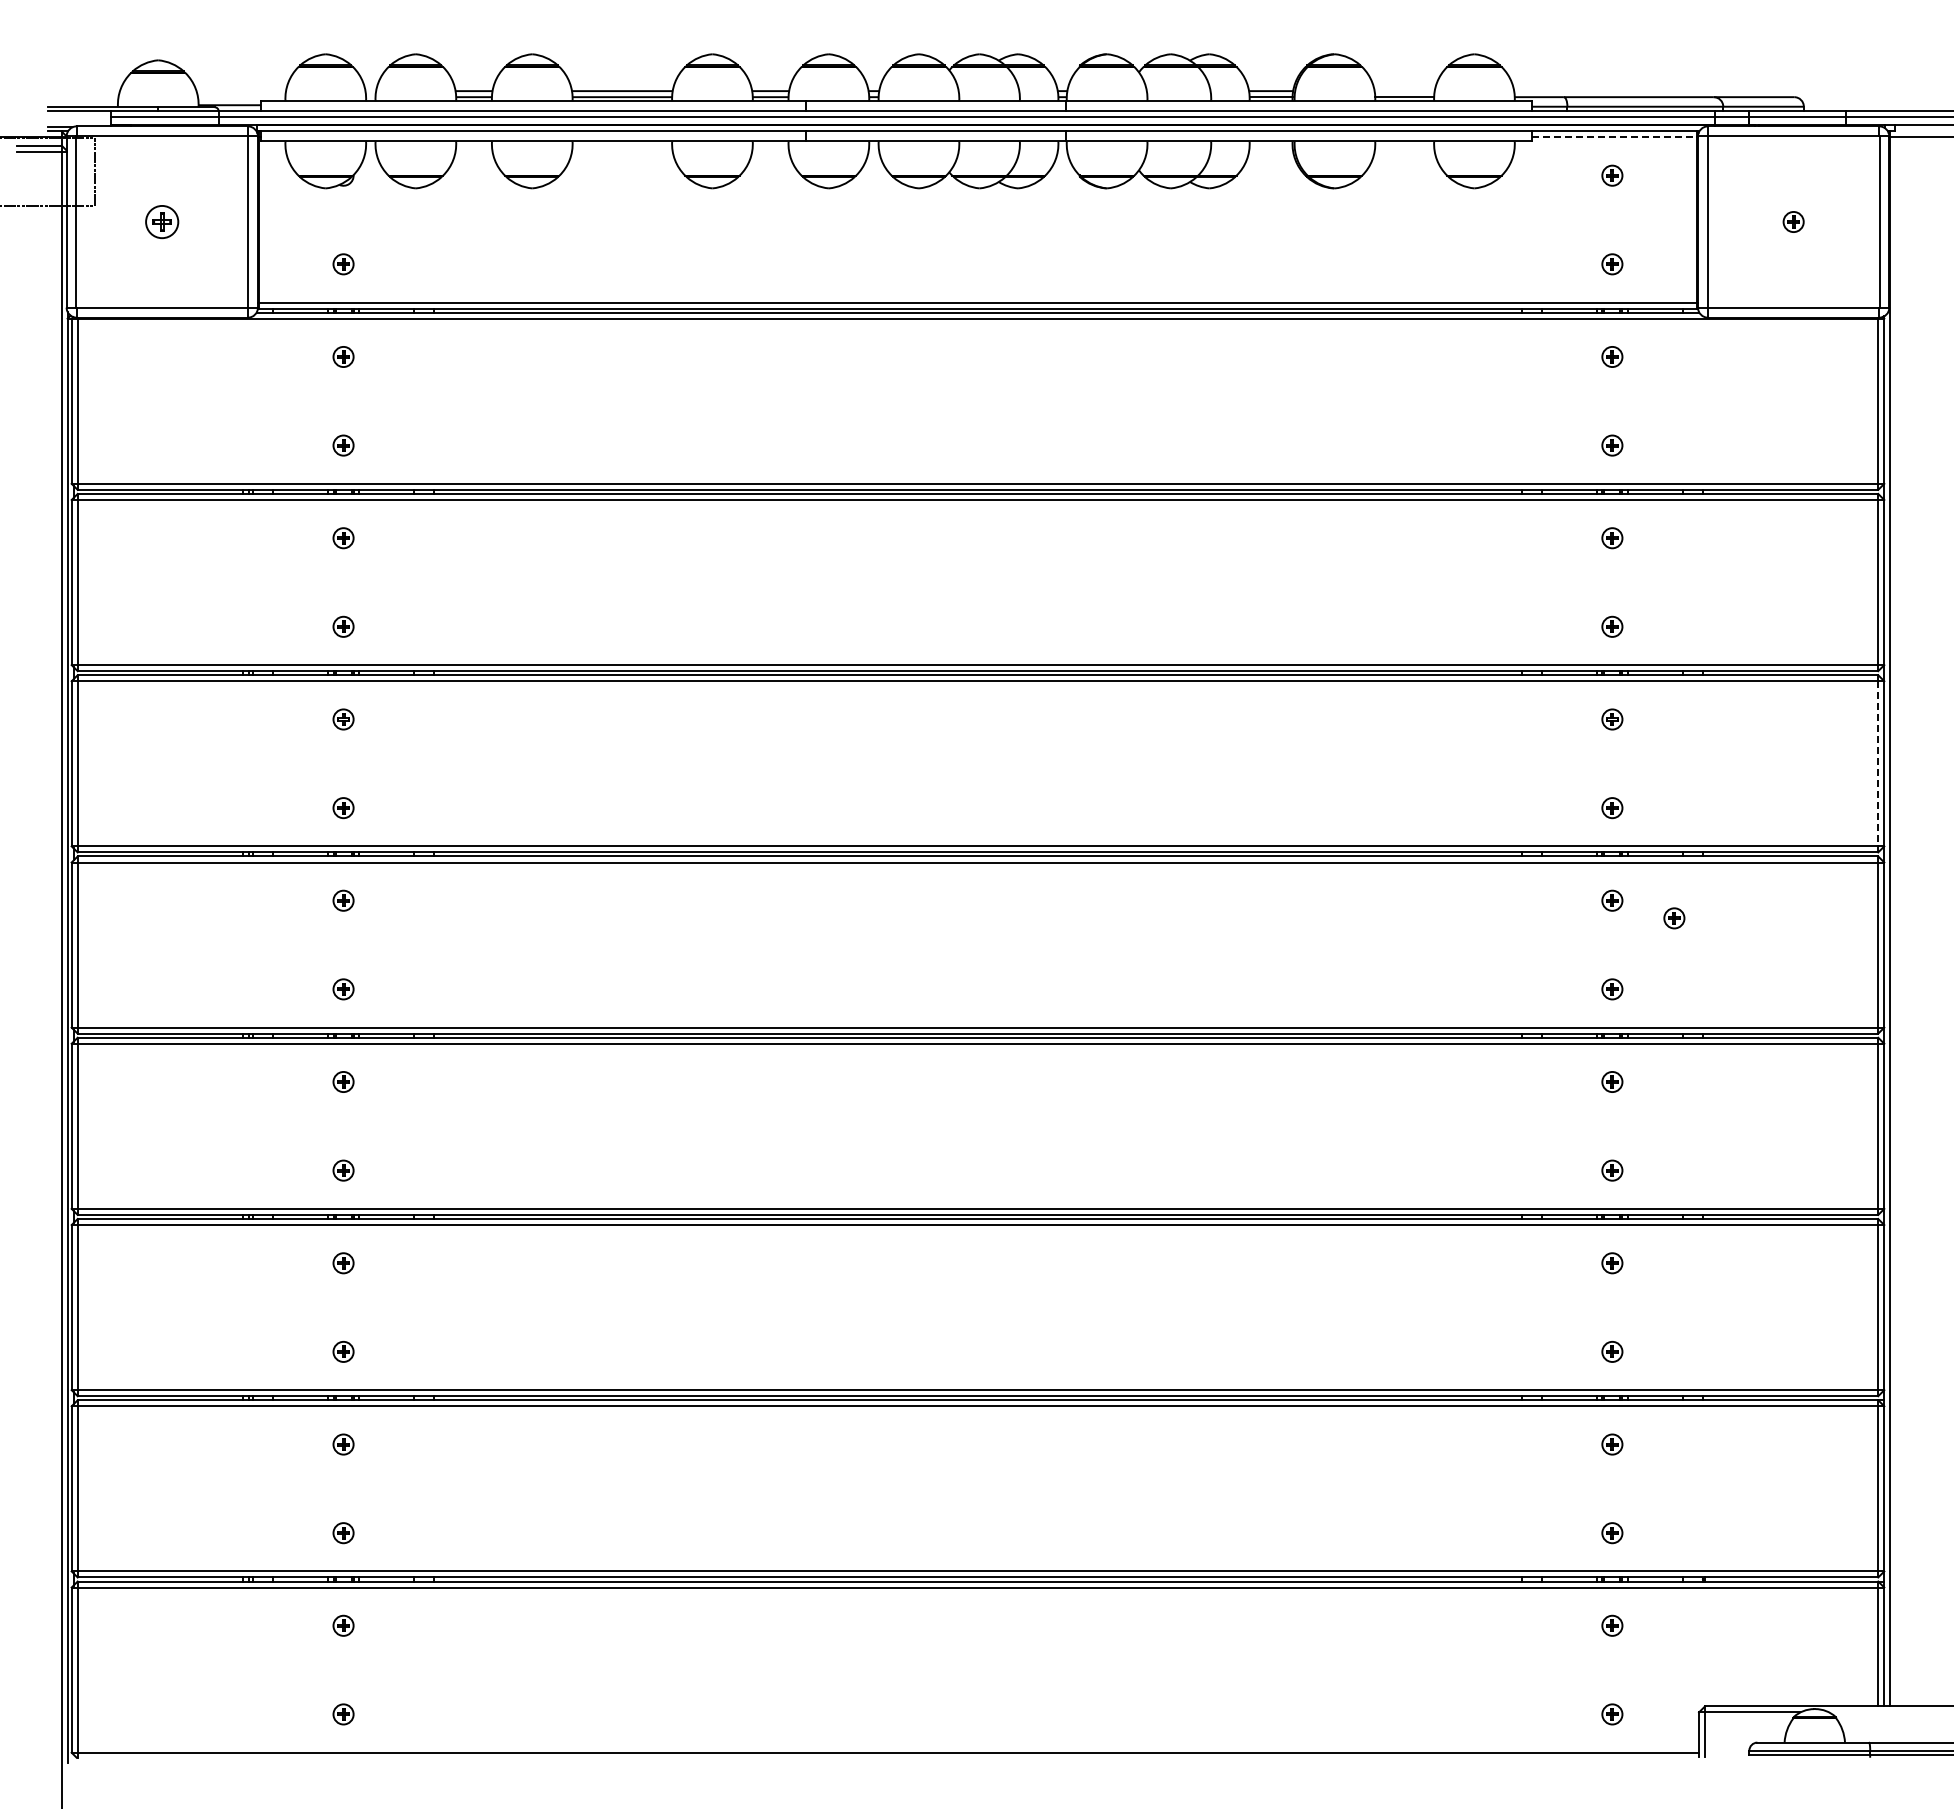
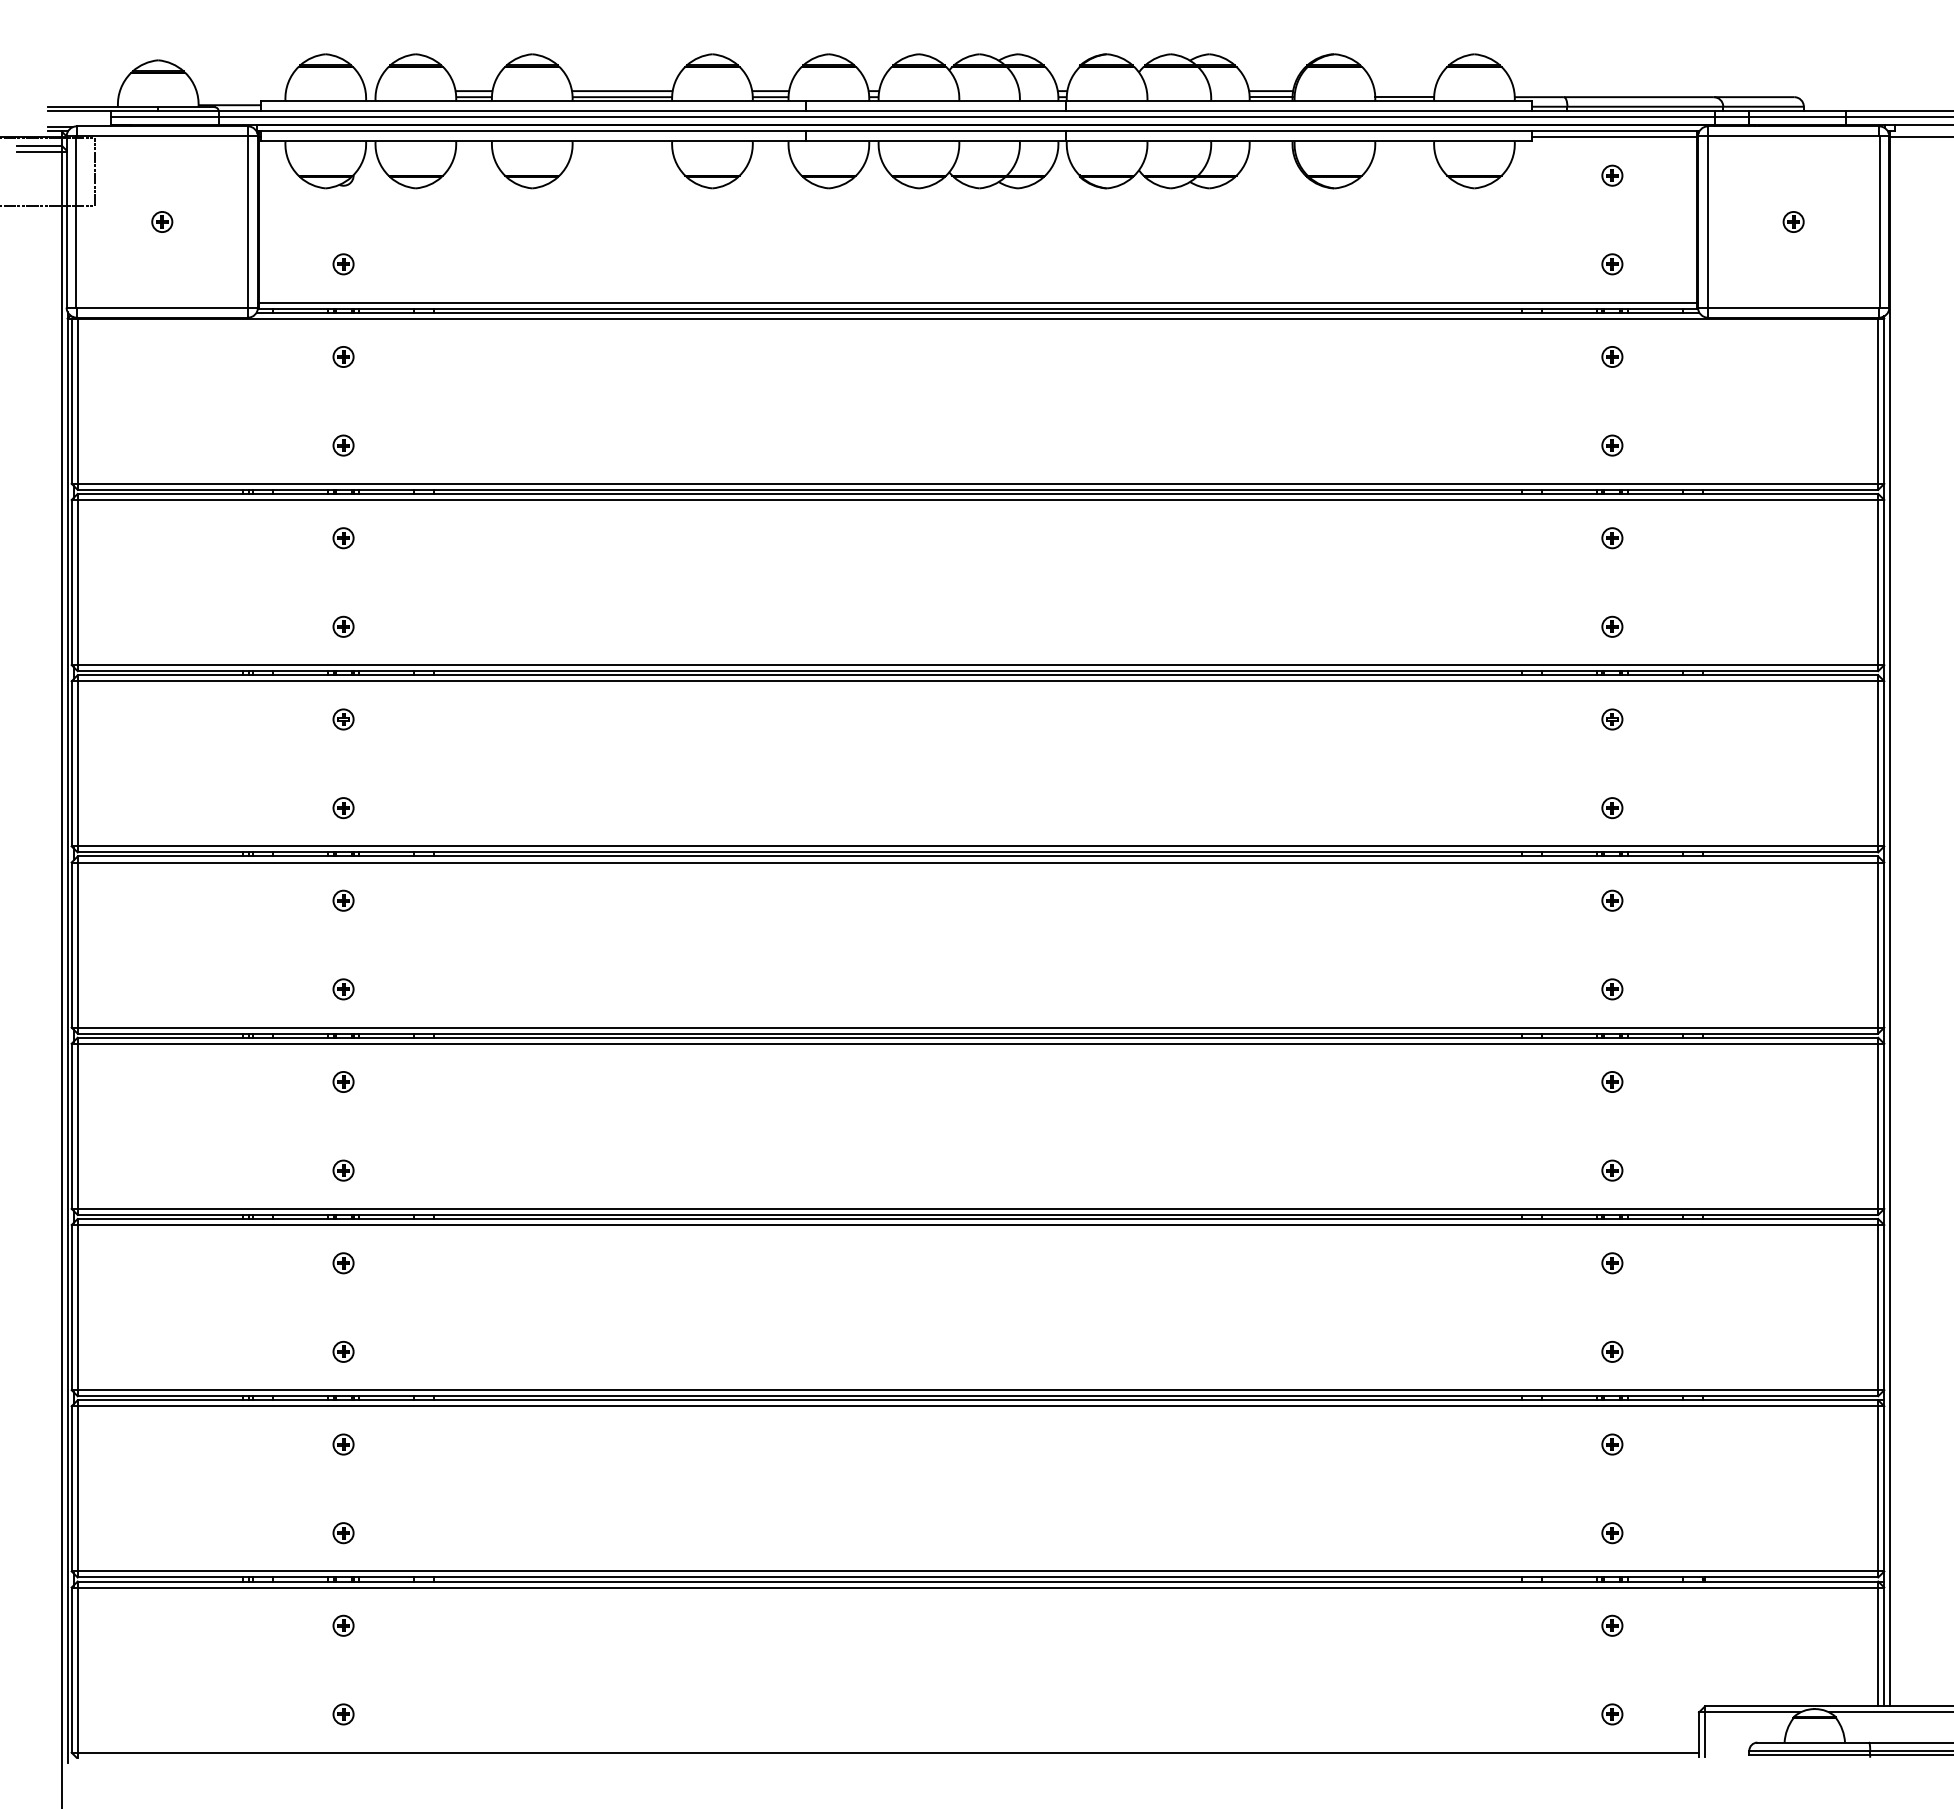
line at (1614, 137): dashed -> solid
part at (162, 222) size: 35x35 px -> 23x22 px
line at (1878, 763): dashed -> solid
part at (1674, 918): present -> none
line at (1889, 1712): none -> present
